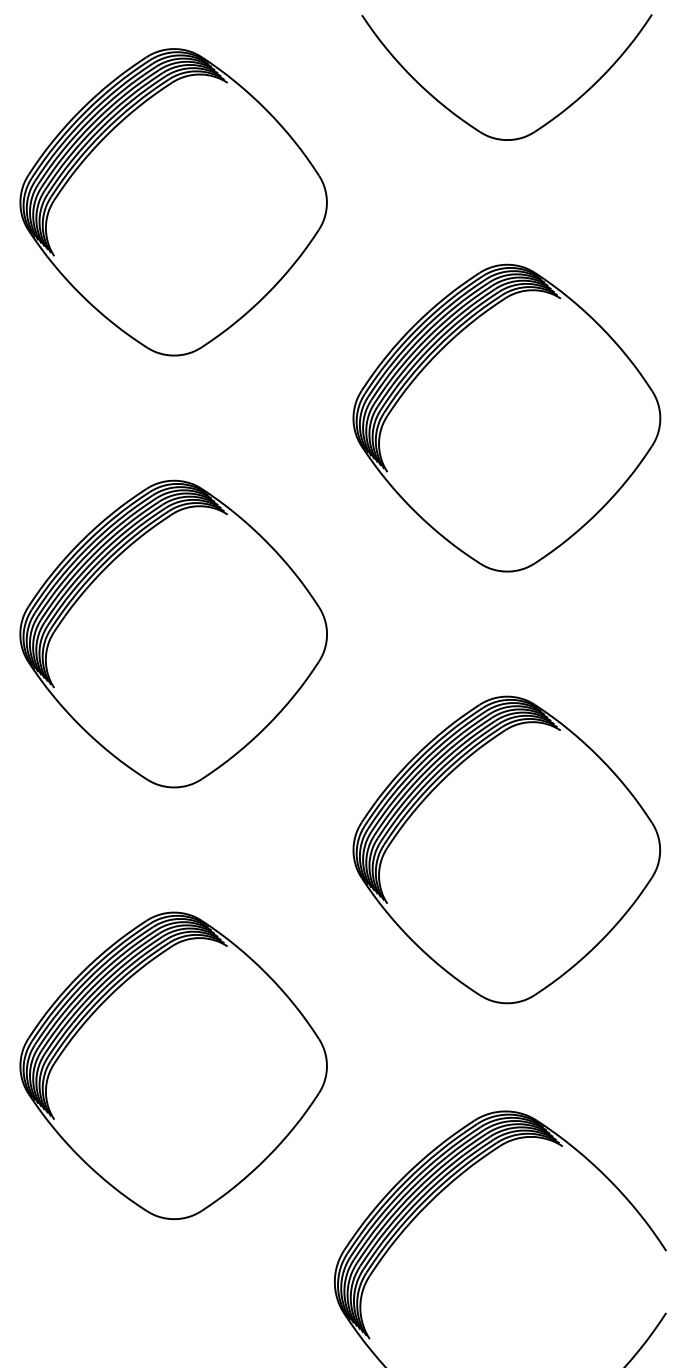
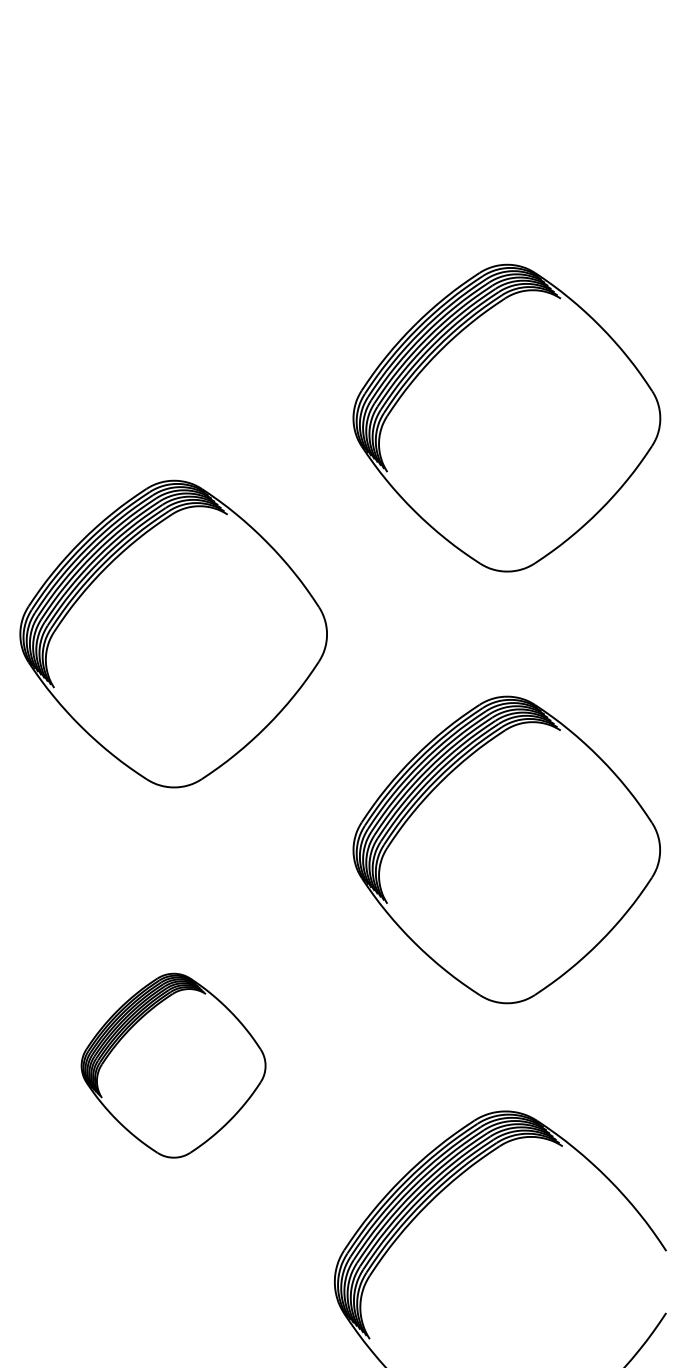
part at (472, 125): present -> none
part at (173, 202): present -> none
part at (173, 1065) size: 309x309 px -> 187x187 px
